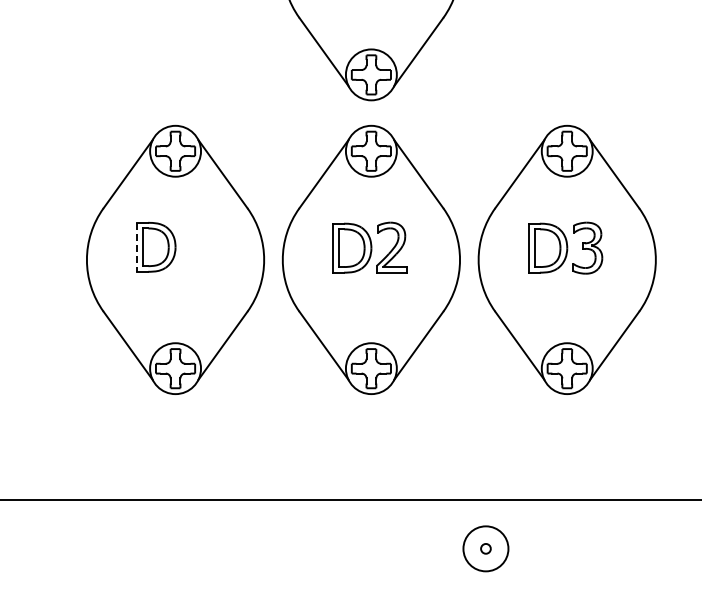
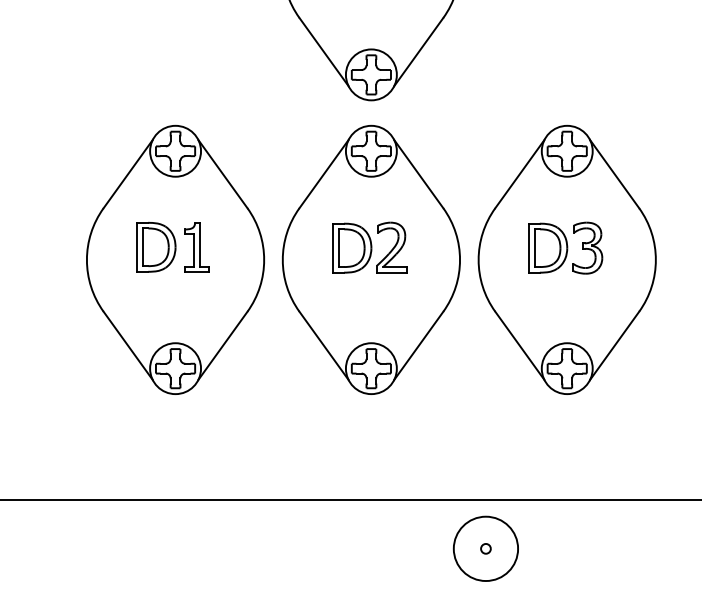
line at (136, 247): dashed -> solid
part at (196, 247): none -> present
circle at (485, 548) diameter: 45 px -> 64 px
